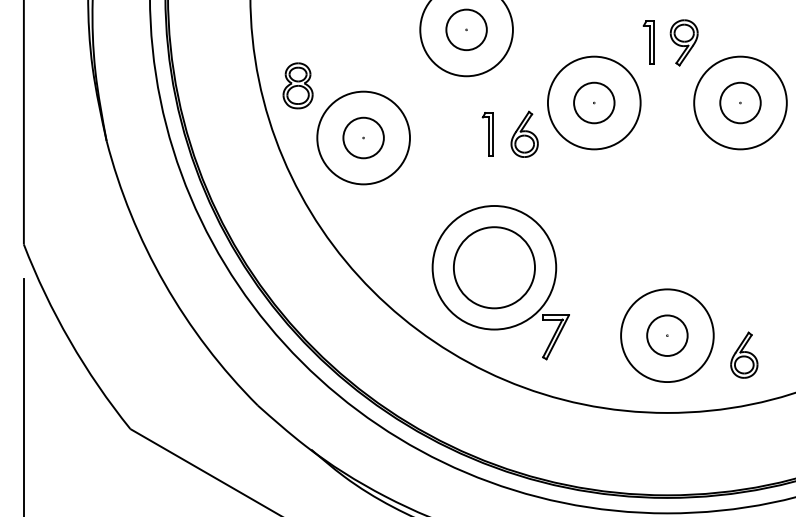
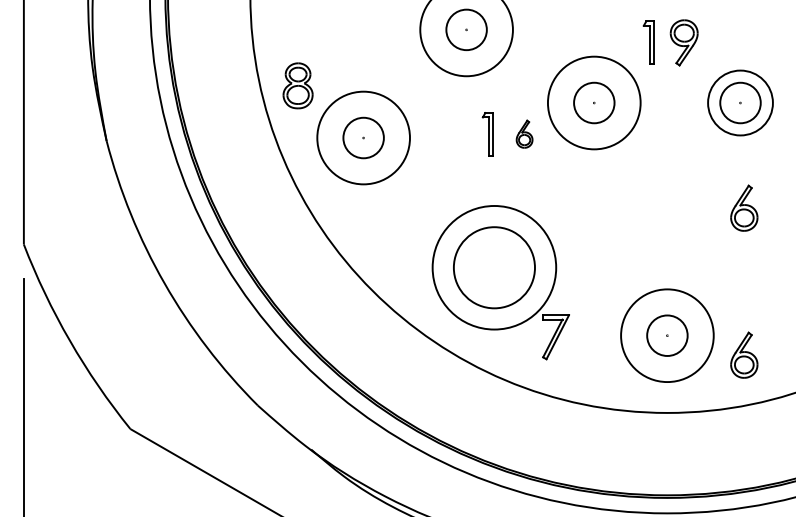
circle at (740, 102) diameter: 93 px -> 65 px
part at (524, 133) size: 29x48 px -> 19x30 px
part at (744, 207): none -> present
